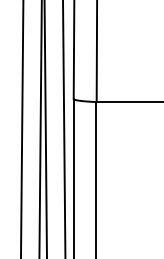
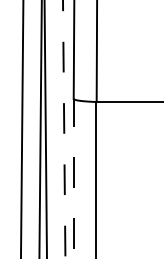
line at (64, 129): solid -> dashed
line at (73, 178): solid -> dashed
